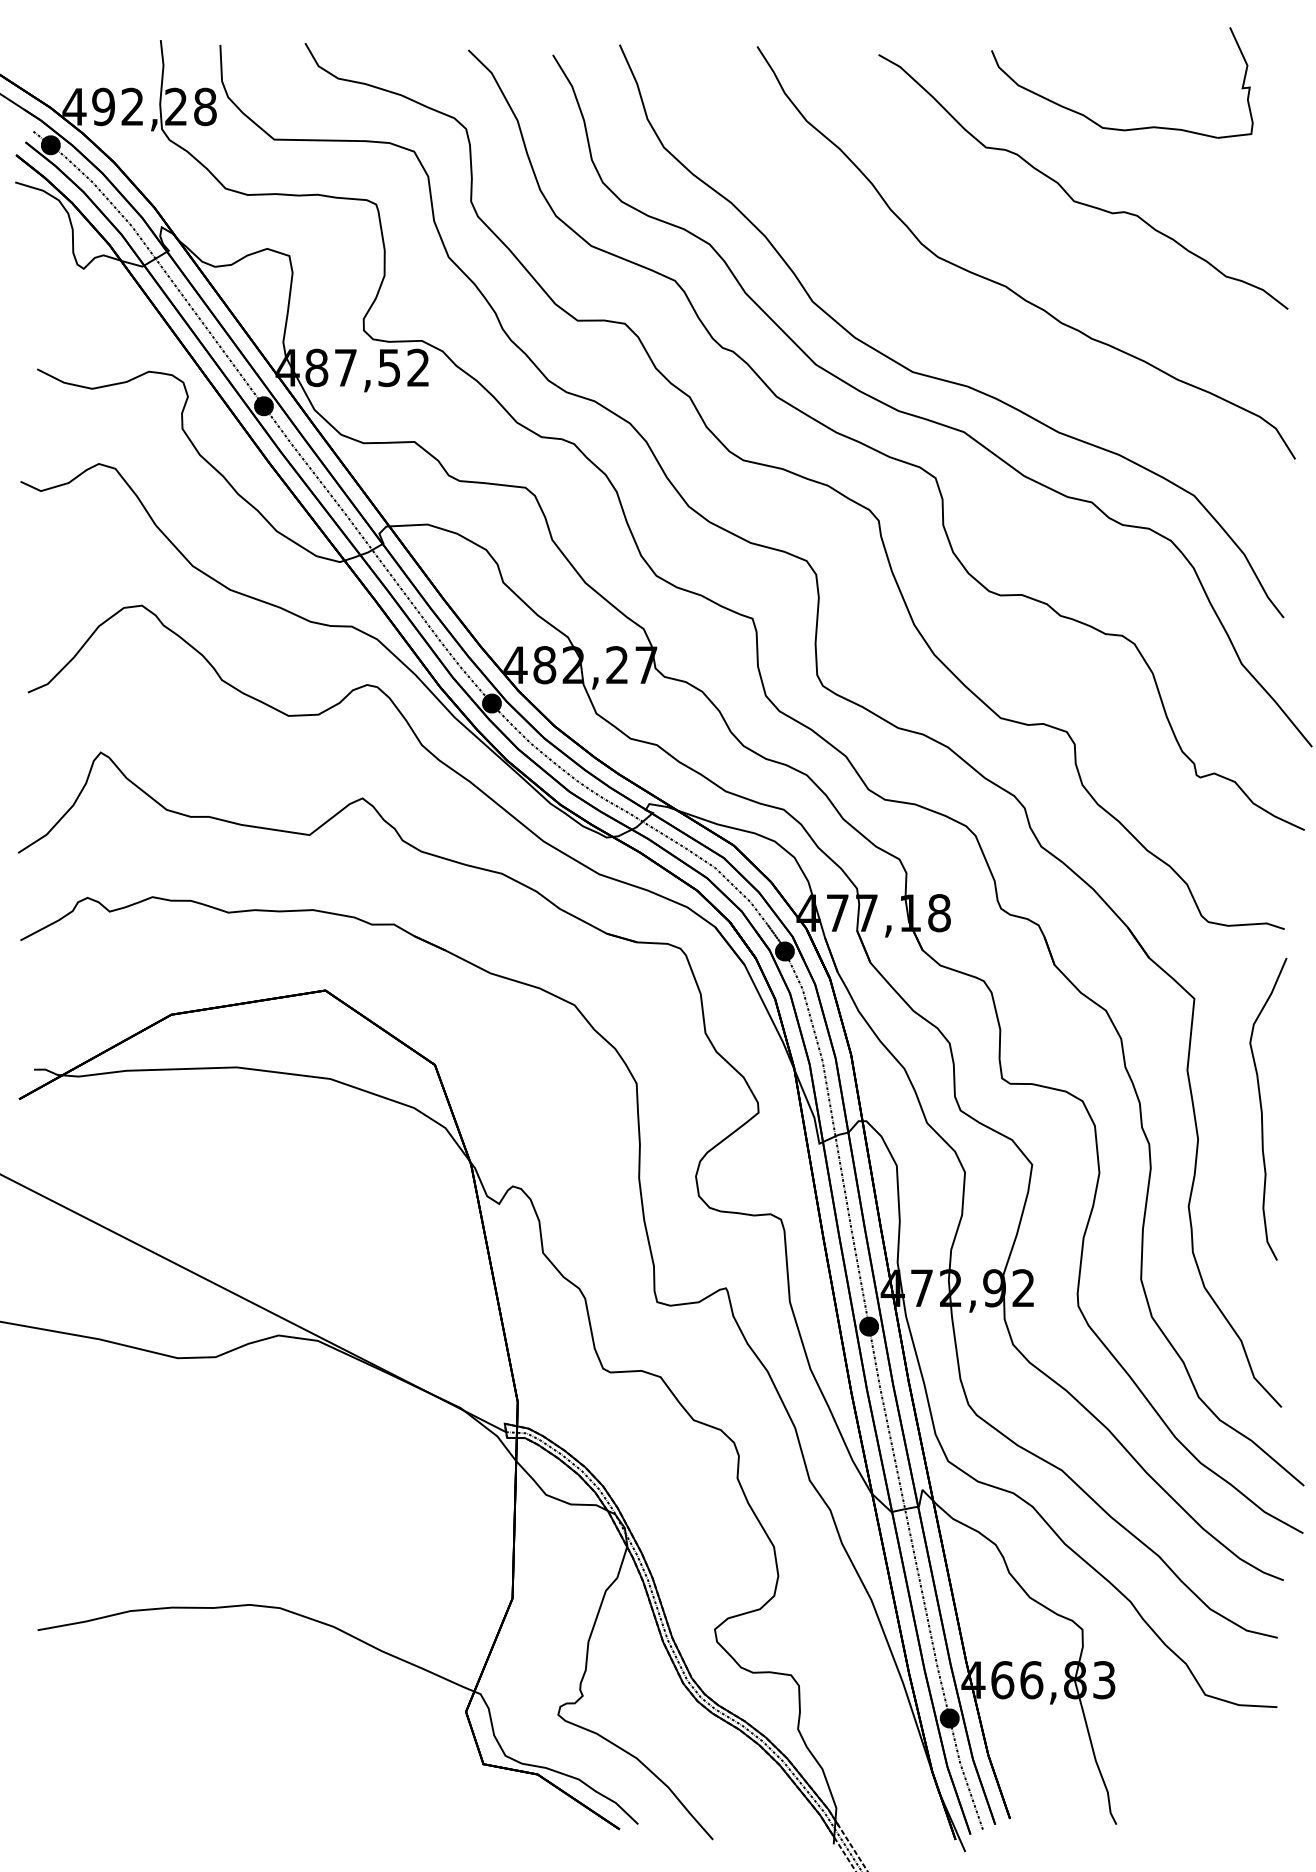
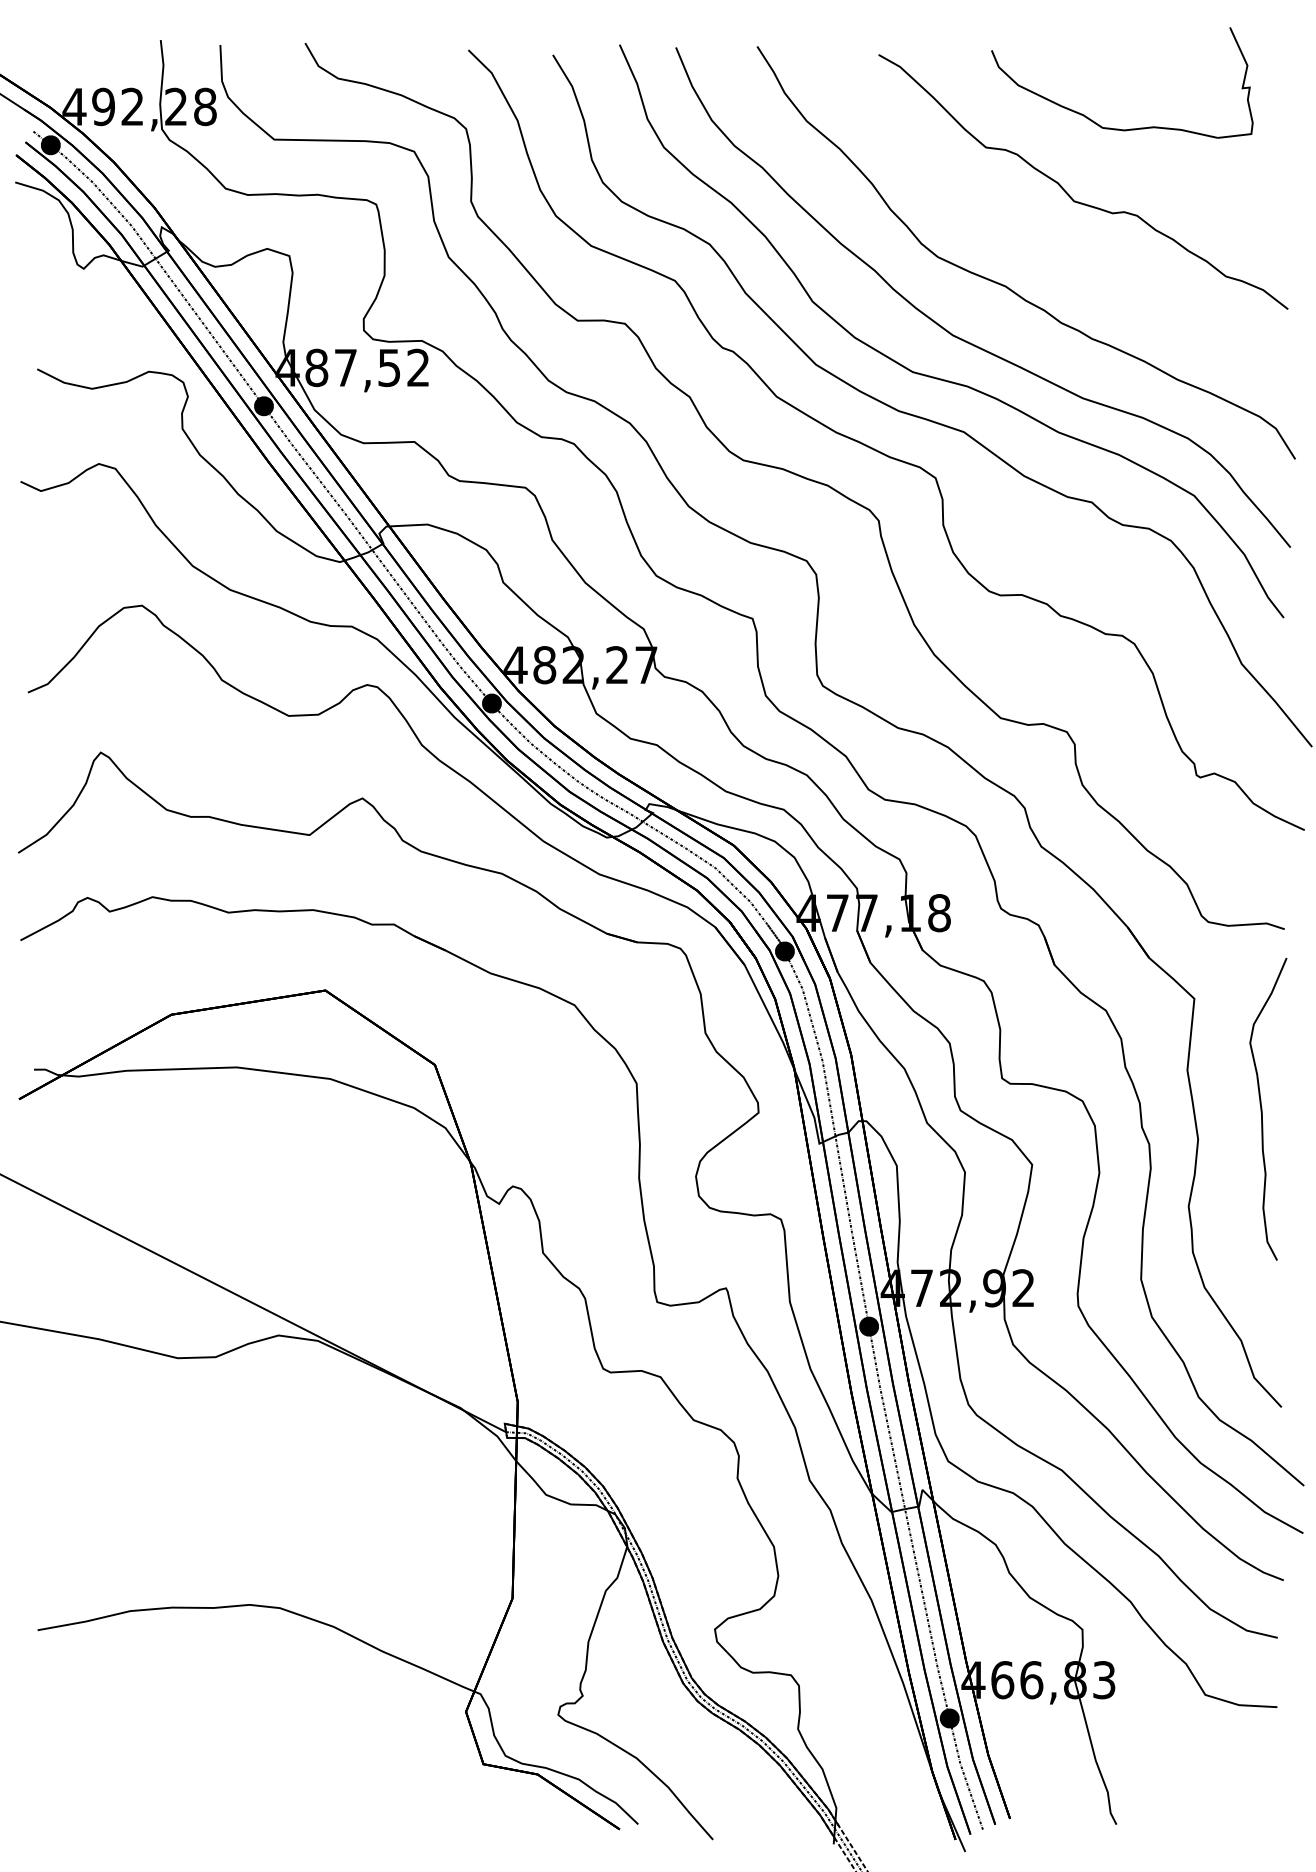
part at (962, 338): none -> present
